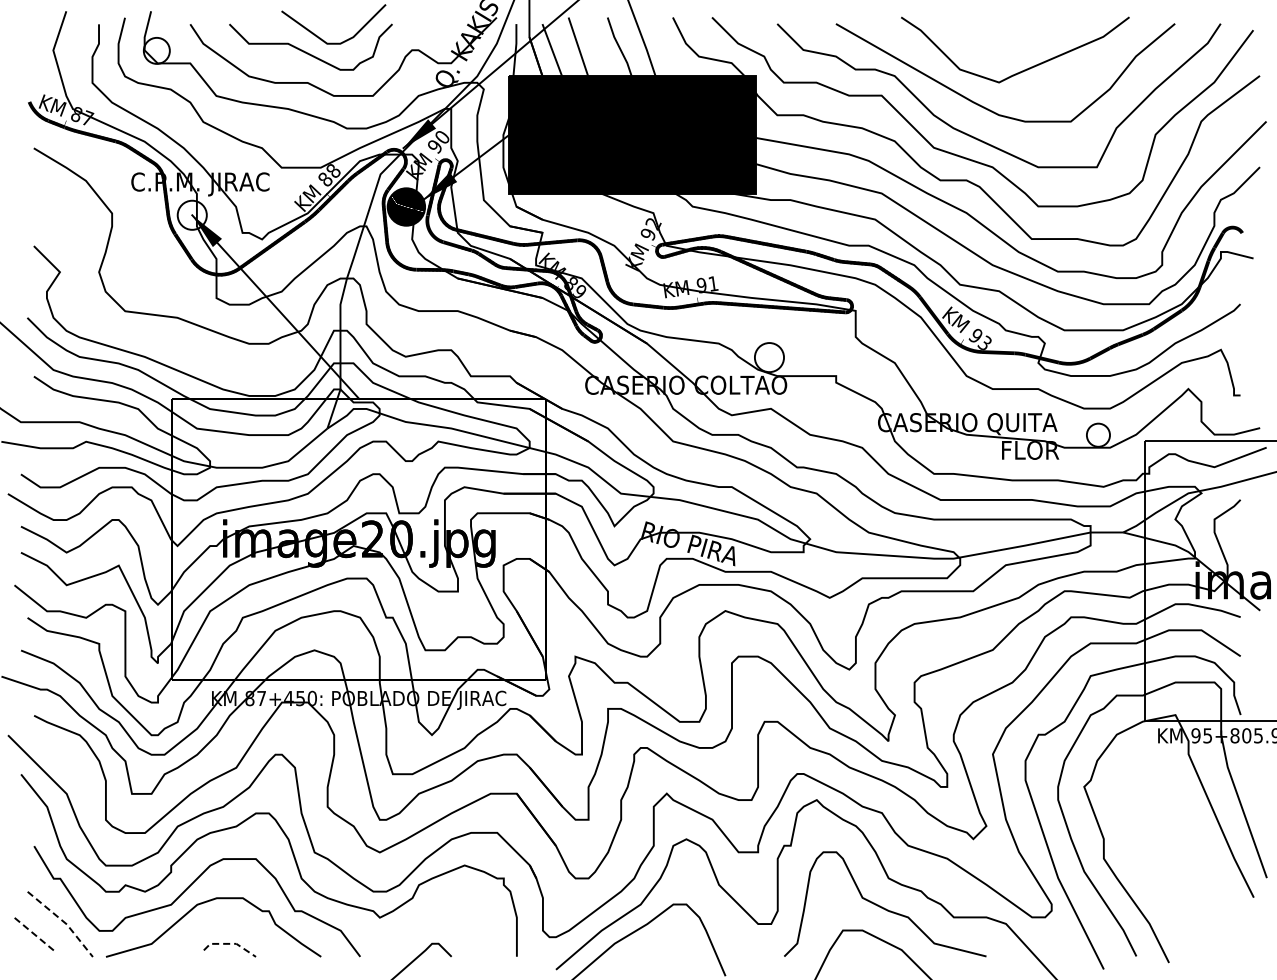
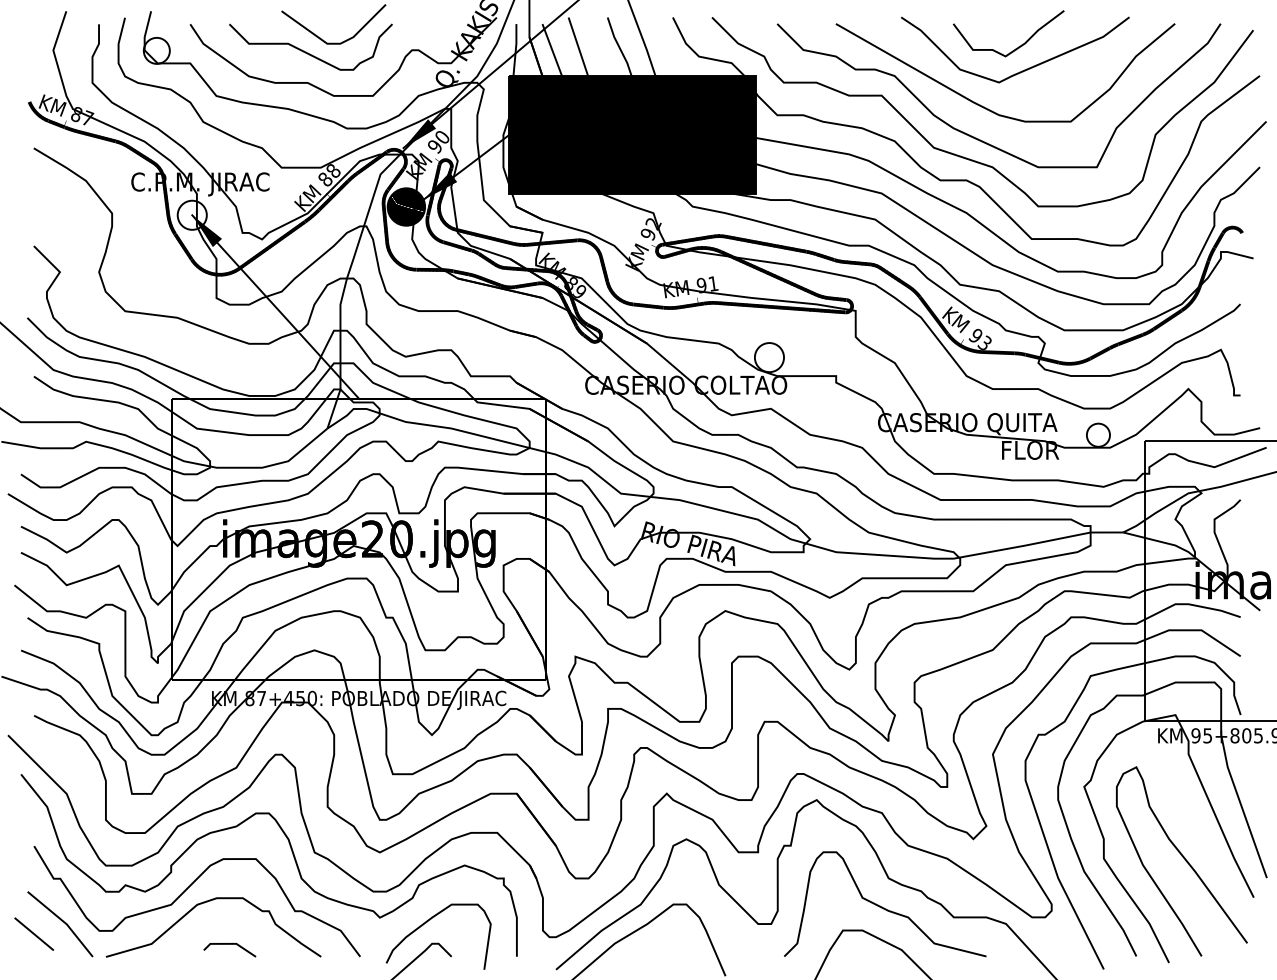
curve at (1018, 46): none -> present
curve at (1183, 858): none -> present
line at (63, 921): dashed -> solid
curve at (426, 923): none -> present
line at (34, 934): dashed -> solid
line at (230, 943): dashed -> solid
